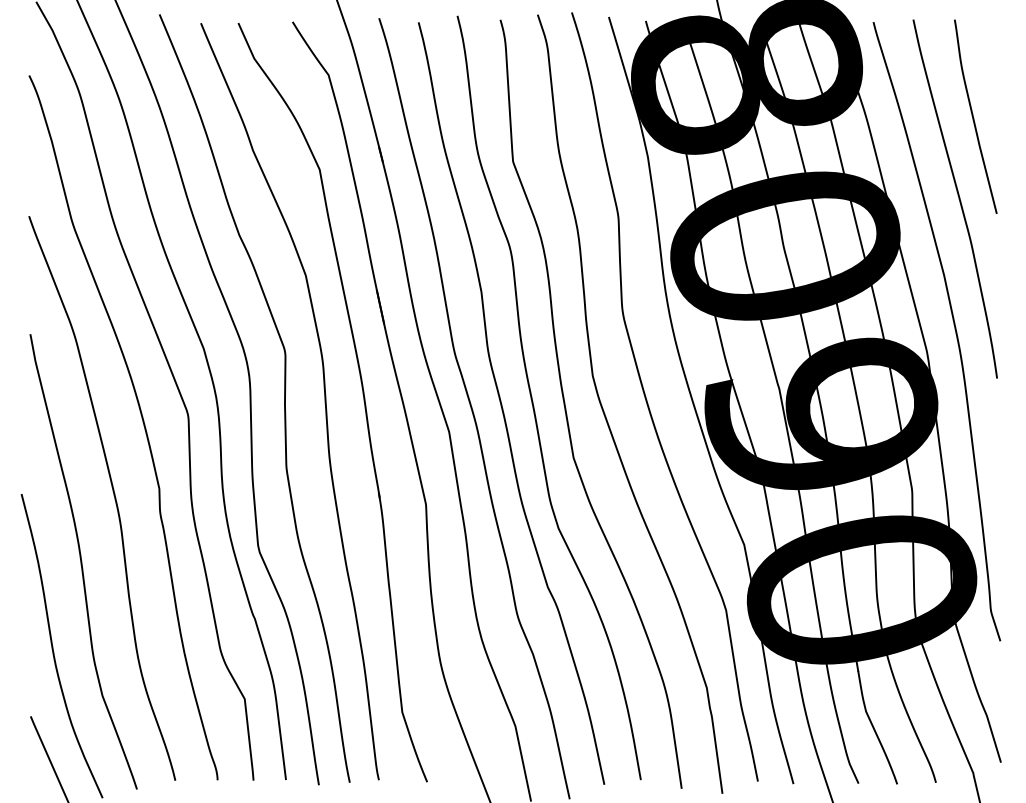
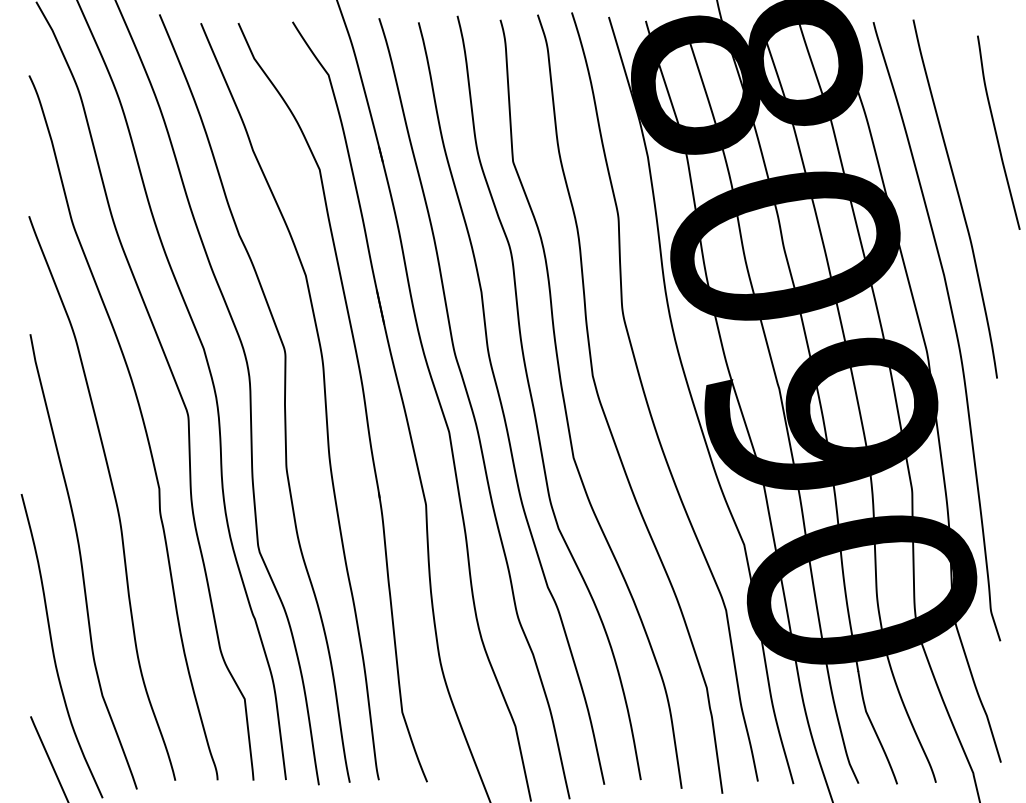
curve at (973, 116) position: (973, 116) -> (996, 132)
